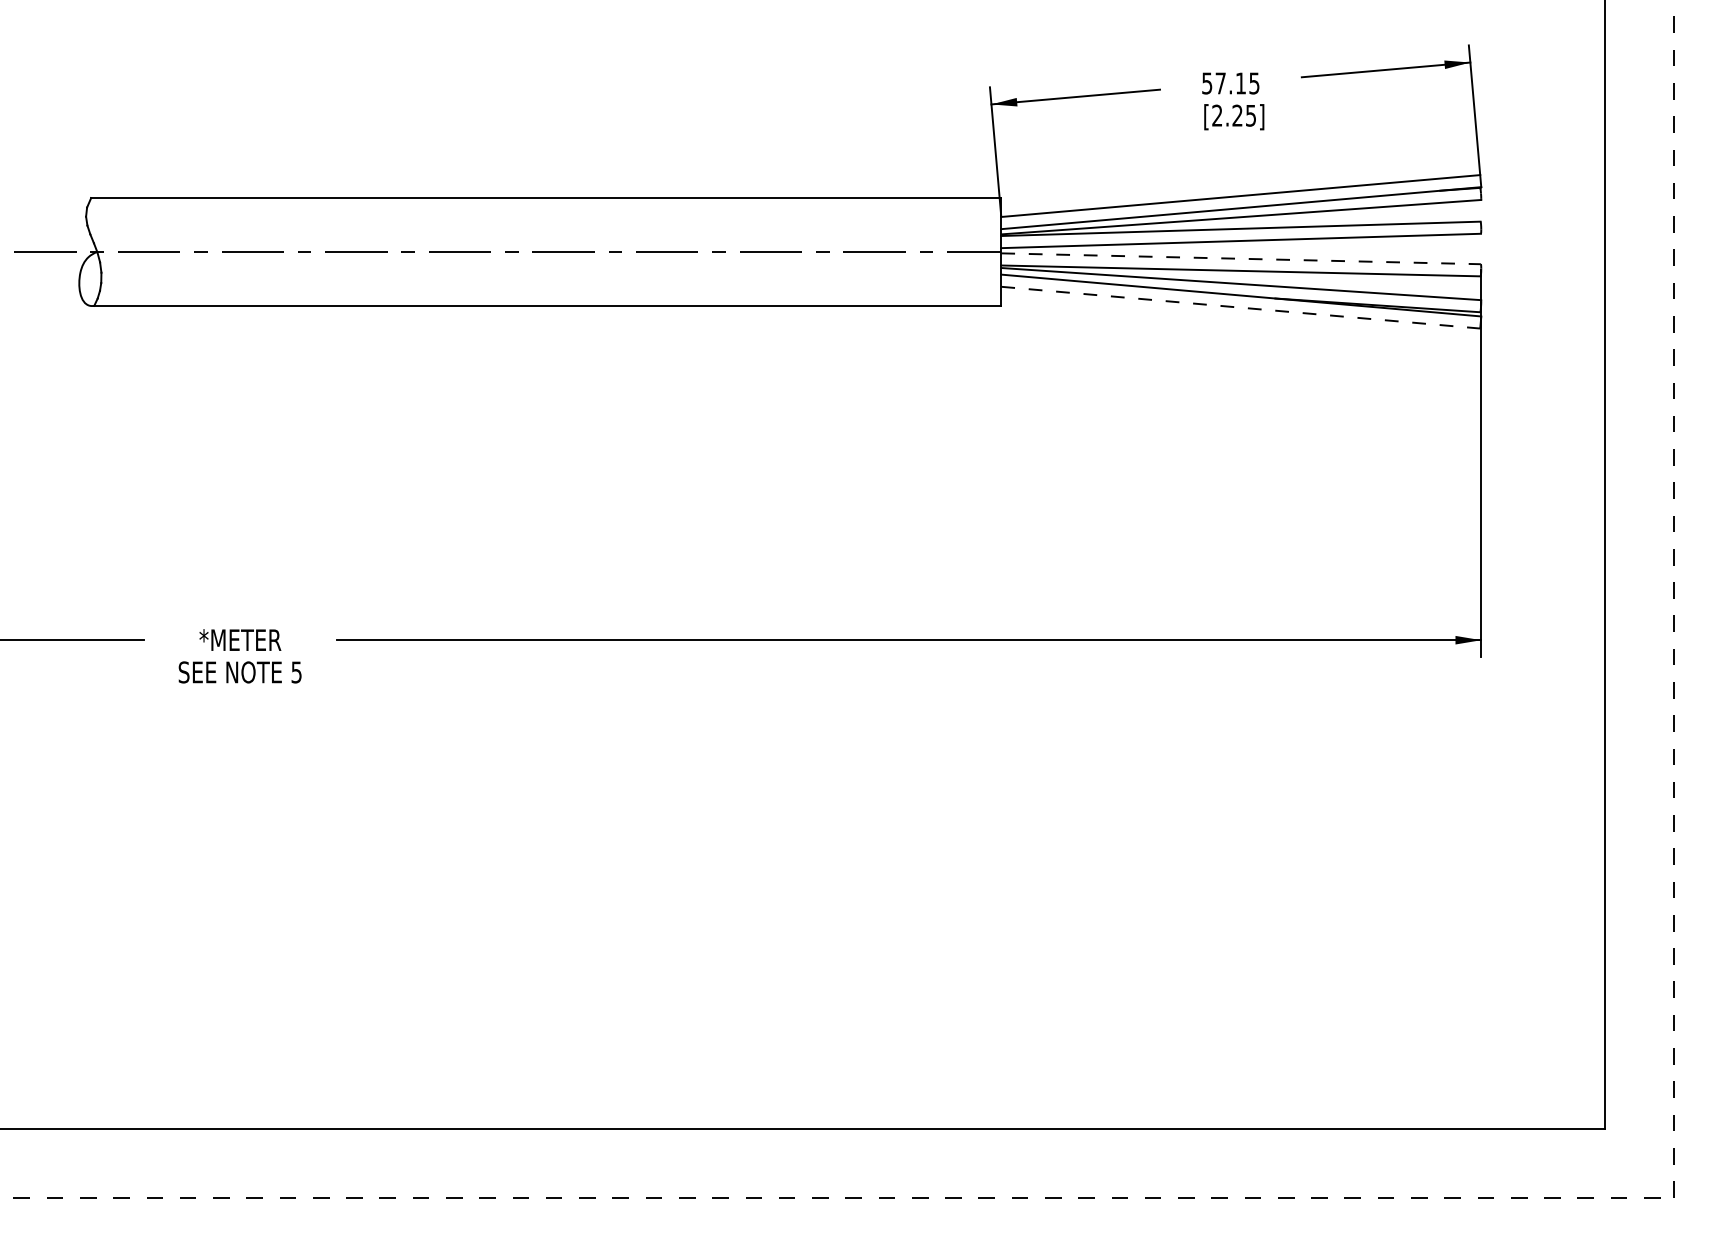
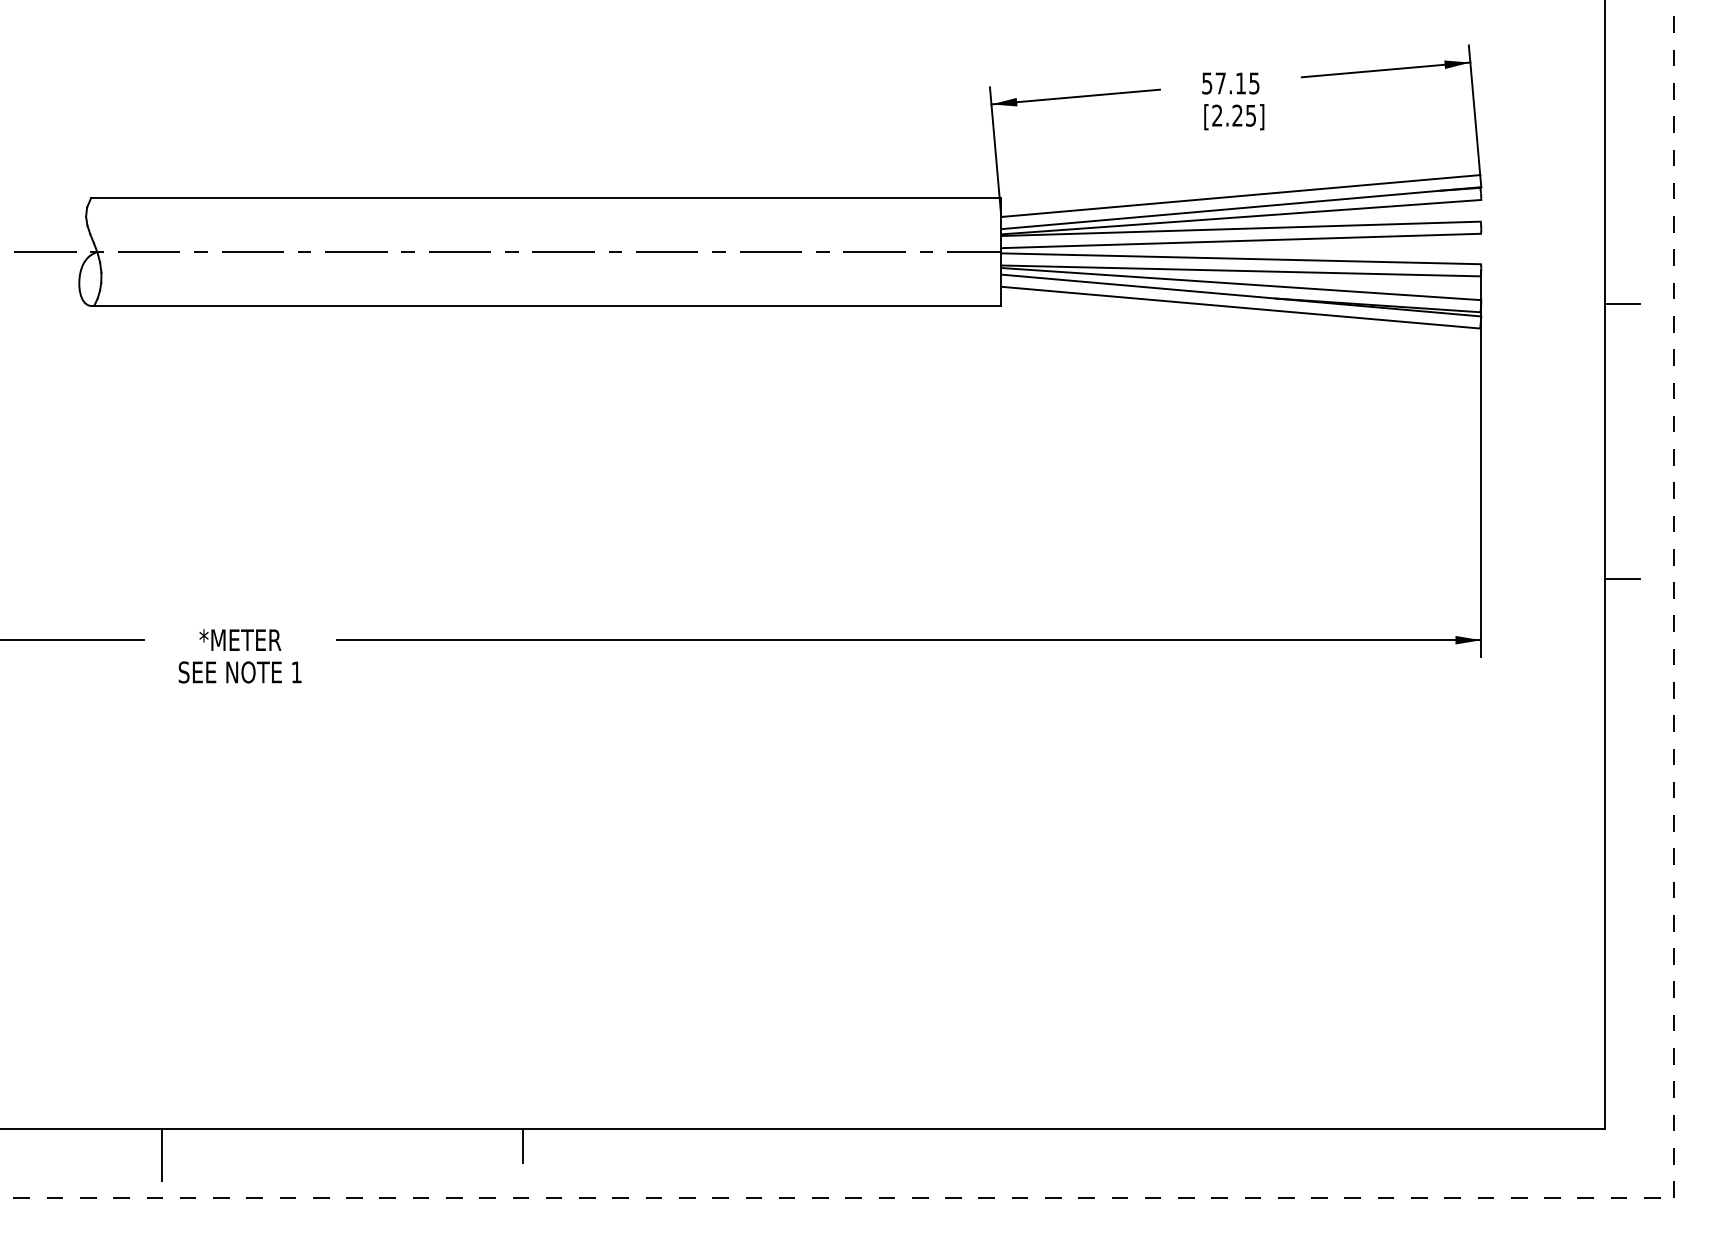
line at (1241, 258): dashed -> solid
line at (1622, 303): none -> present
line at (1241, 307): dashed -> solid
line at (1622, 579): none -> present
text at (296, 672): 5 -> 1
line at (522, 1146): none -> present
line at (161, 1154): none -> present
